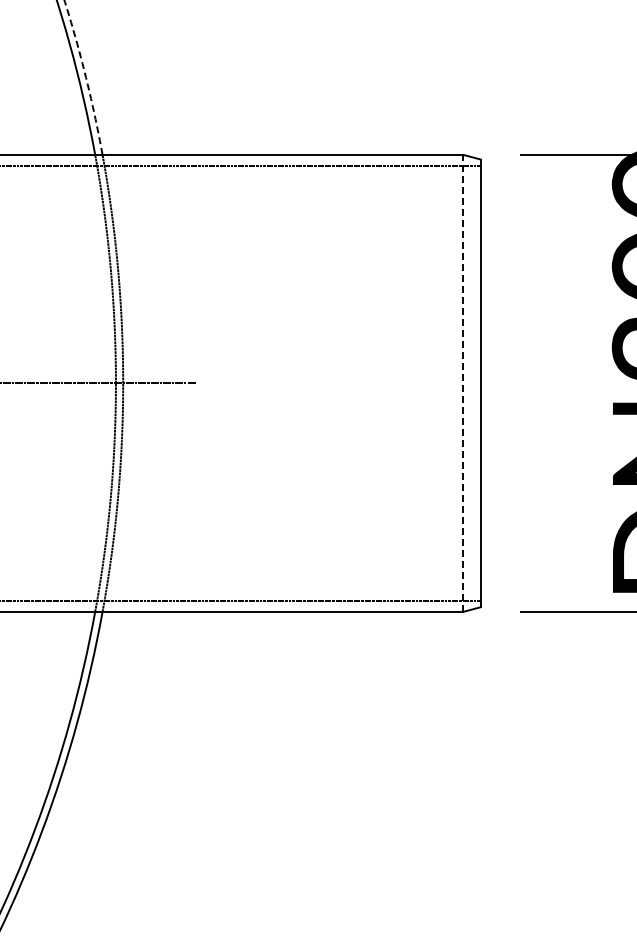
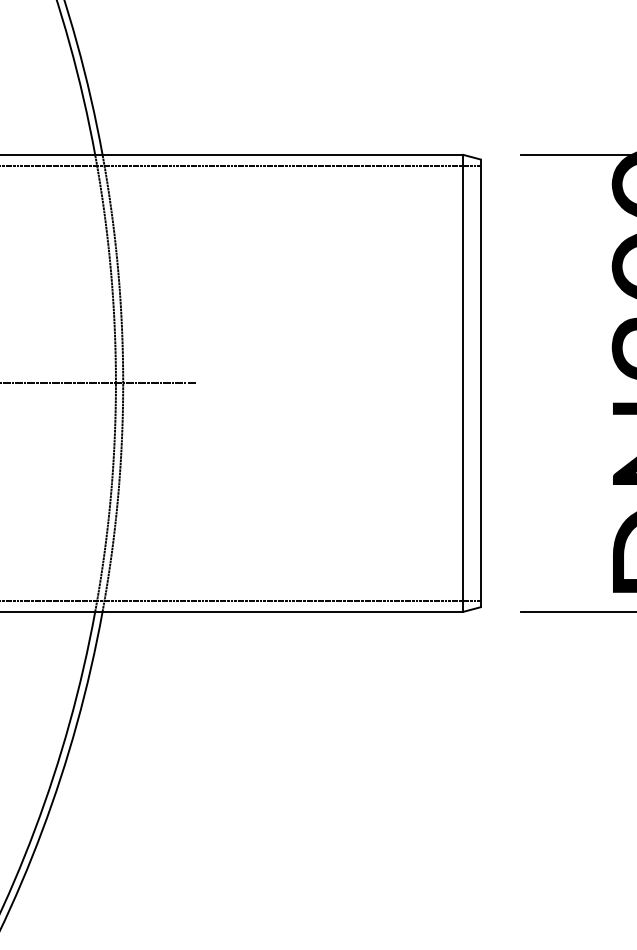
arc at (85, 76): dashed -> solid
line at (463, 382): dashed -> solid
